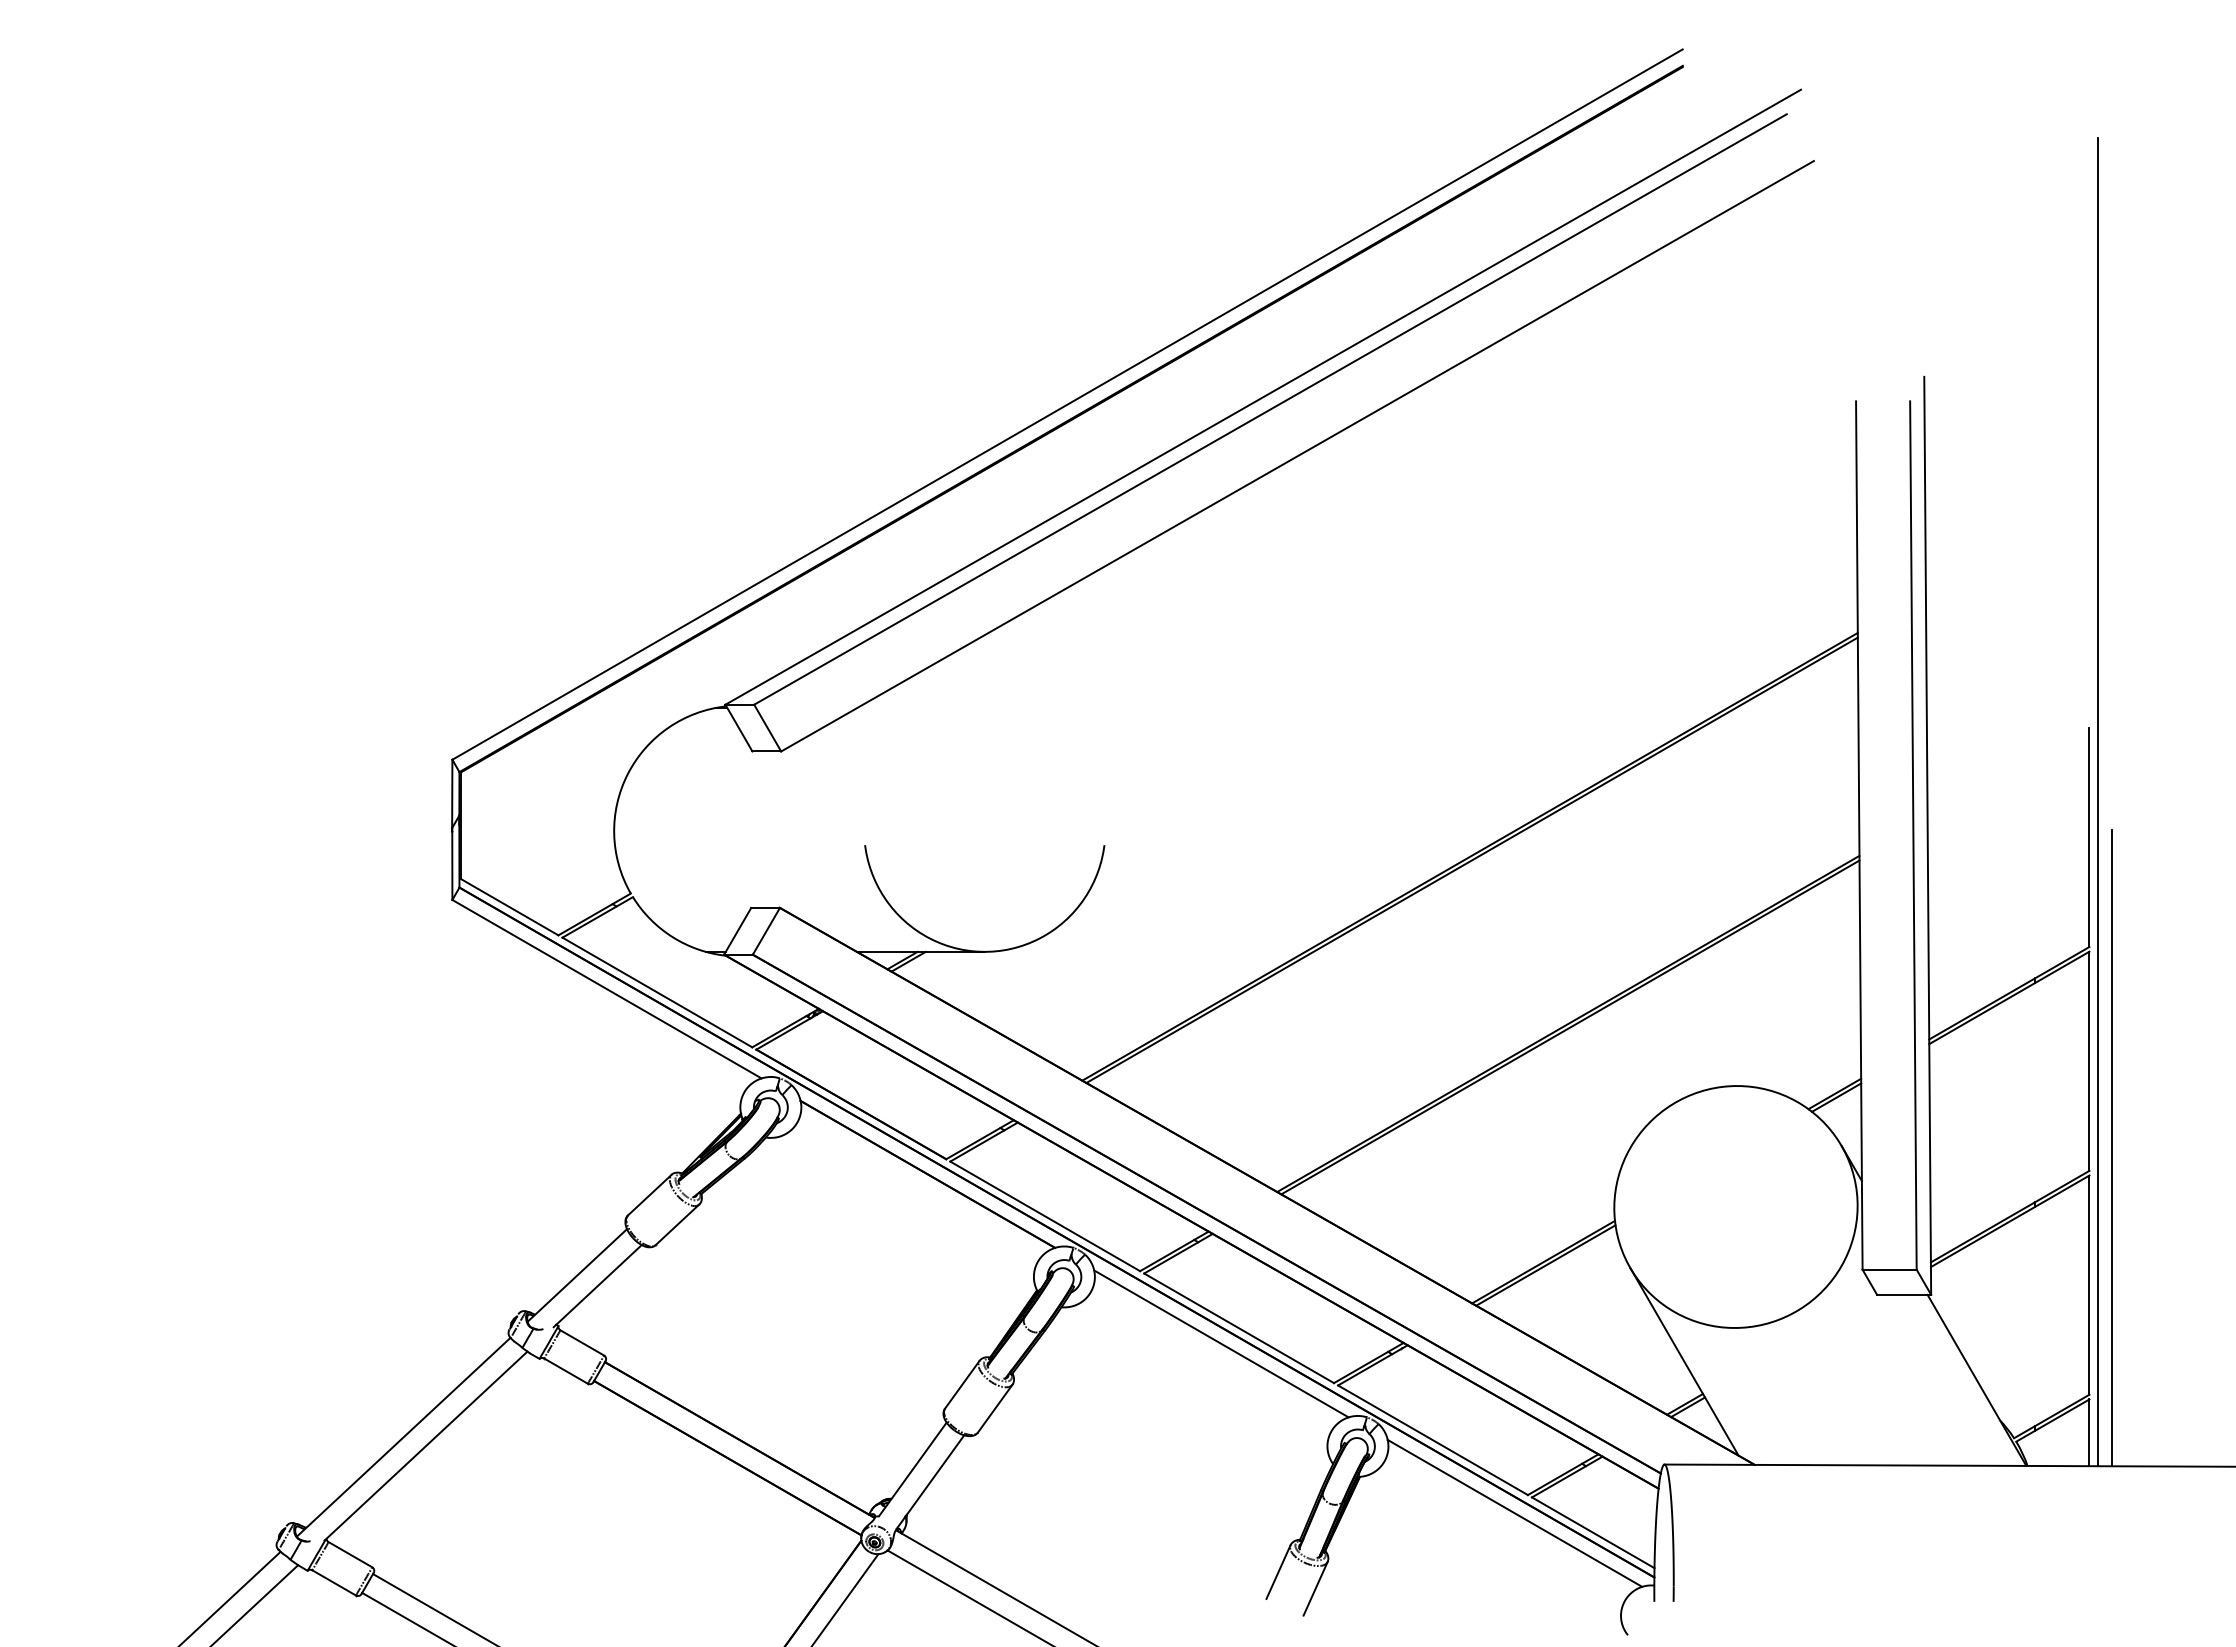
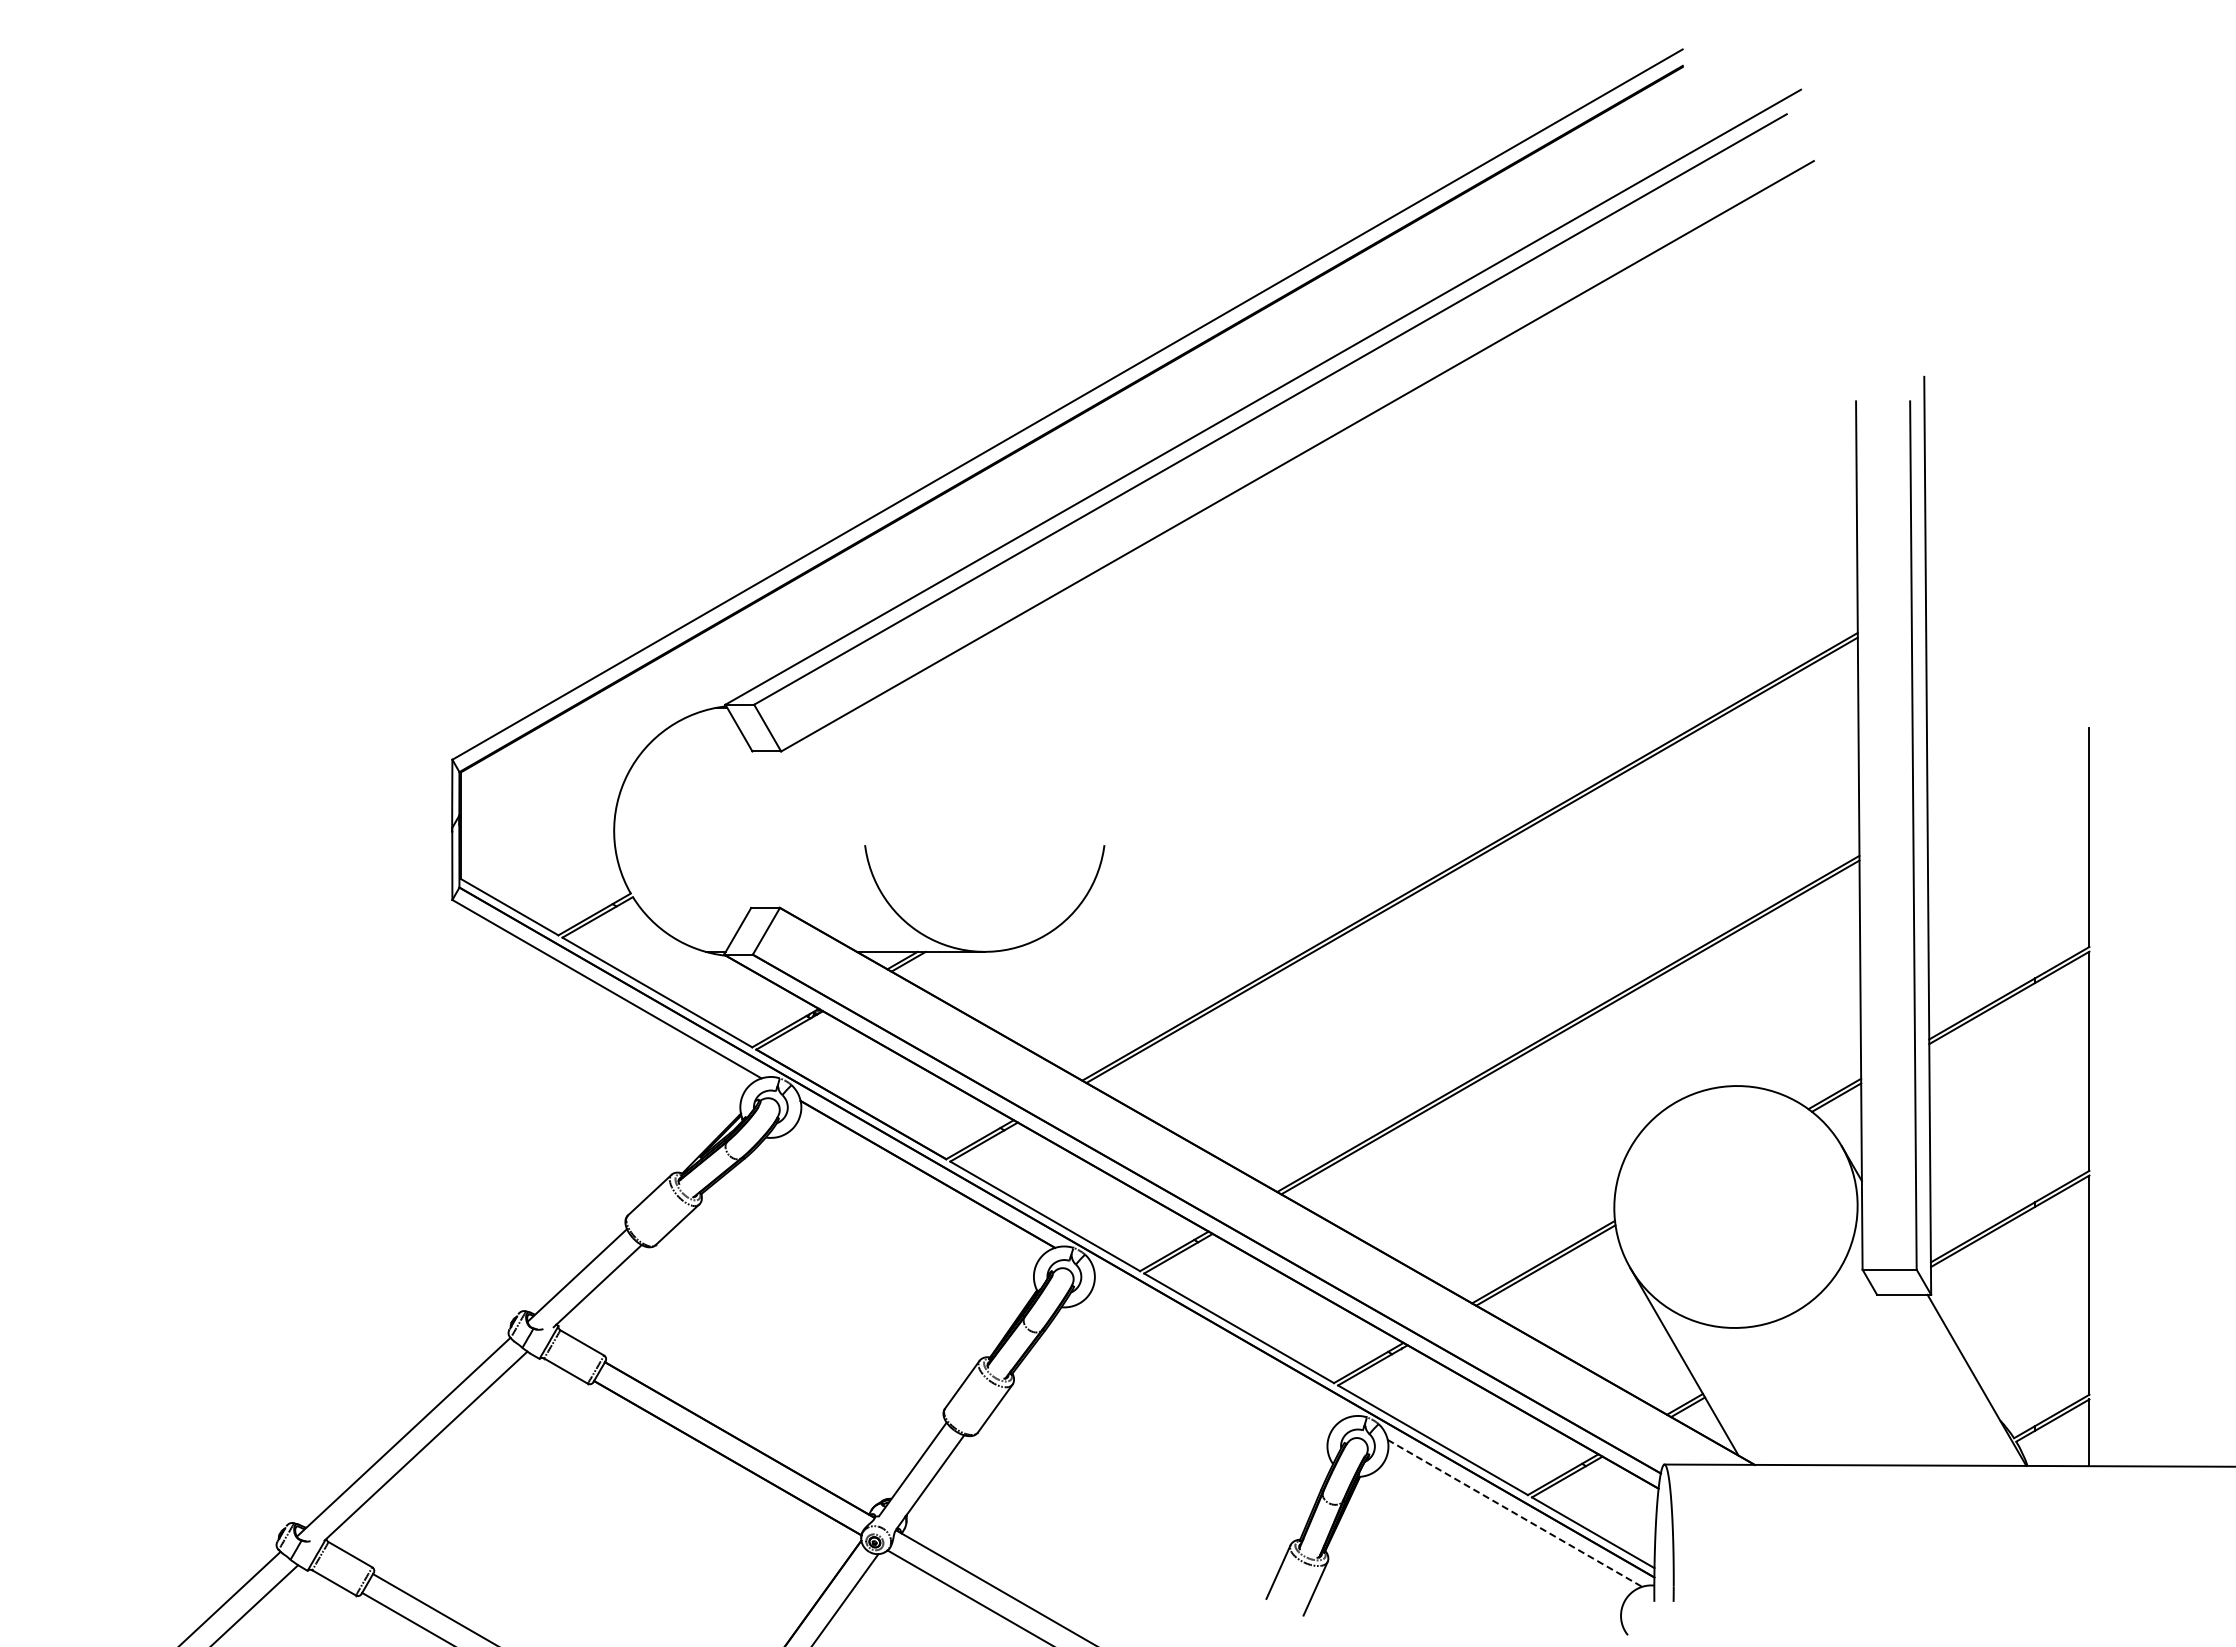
line at (2097, 802): present -> none
line at (2111, 1148): present -> none
line at (1221, 1343): present -> none
line at (1514, 1513): solid -> dashed
